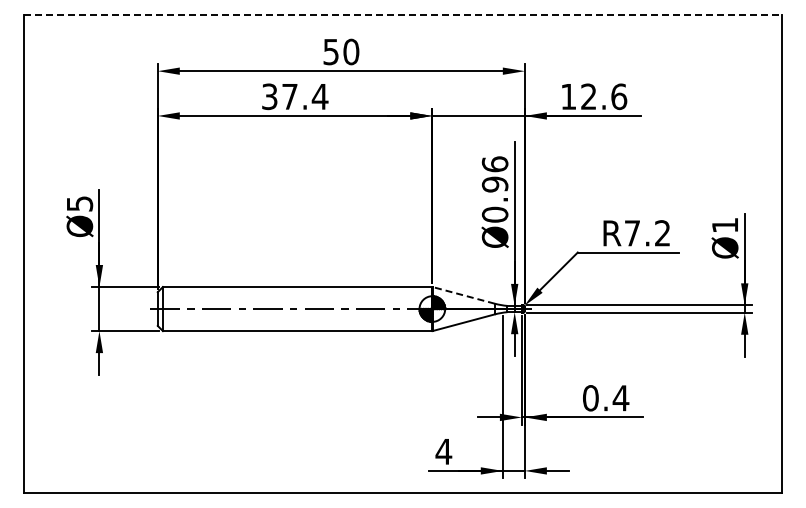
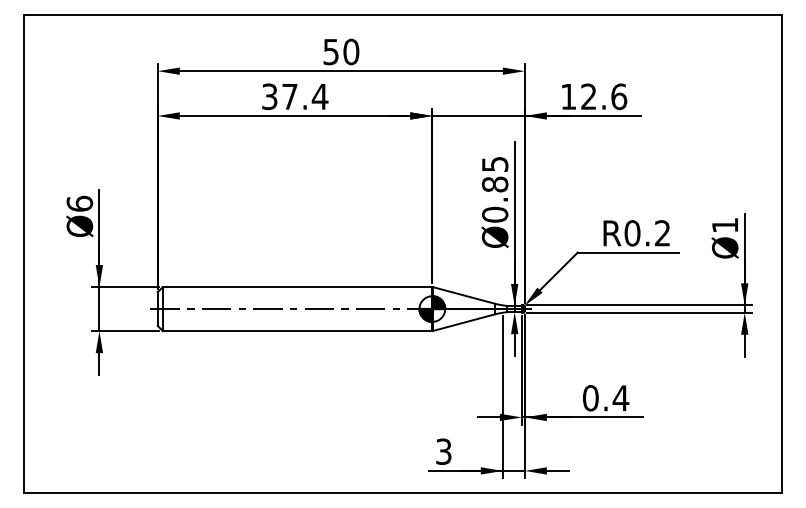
line at (403, 15): dashed -> solid
text at (494, 174): Ø0.96 -> Ø0.85
text at (79, 203): Ø5 -> Ø6
text at (632, 233): R7.2 -> R0.2
line at (463, 295): dashed -> solid
text at (443, 451): 4 -> 3
